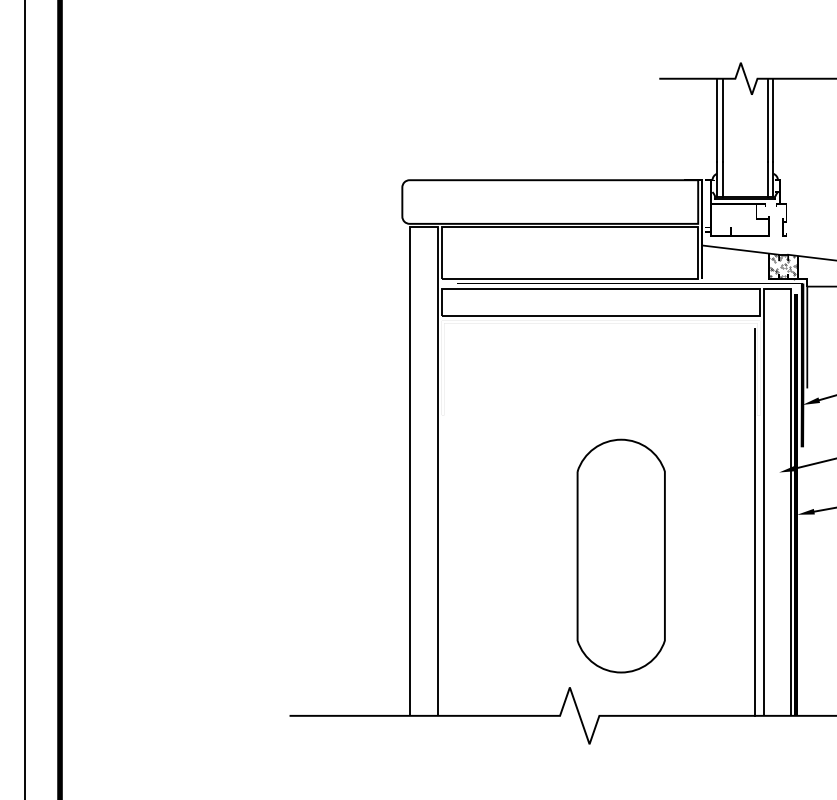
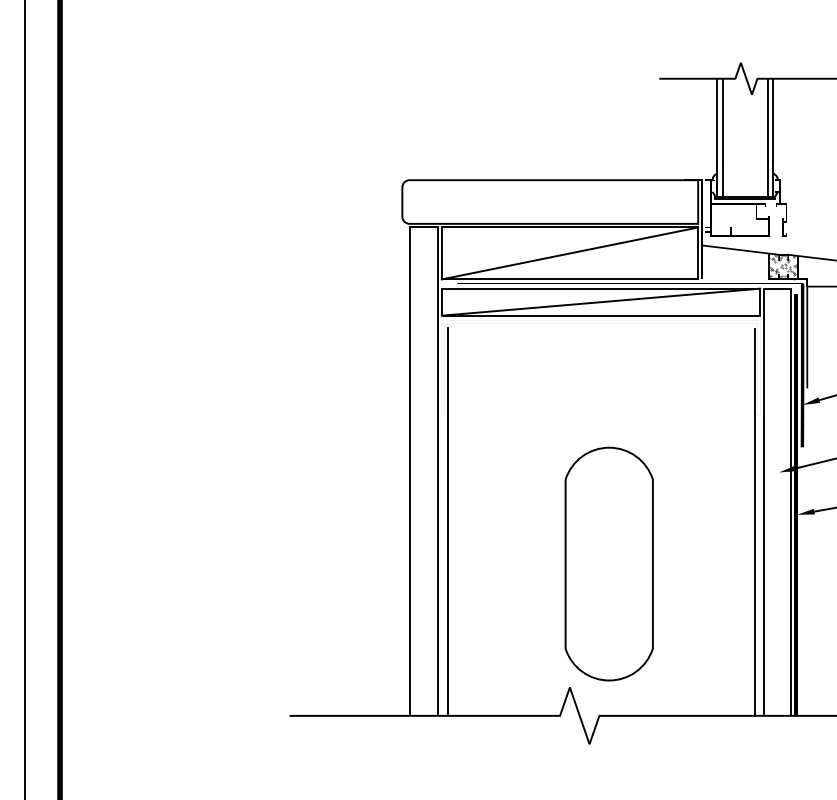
line at (569, 253): none -> present
line at (600, 301): none -> present
line at (447, 521): none -> present
part at (620, 555) position: (620, 555) -> (608, 563)
